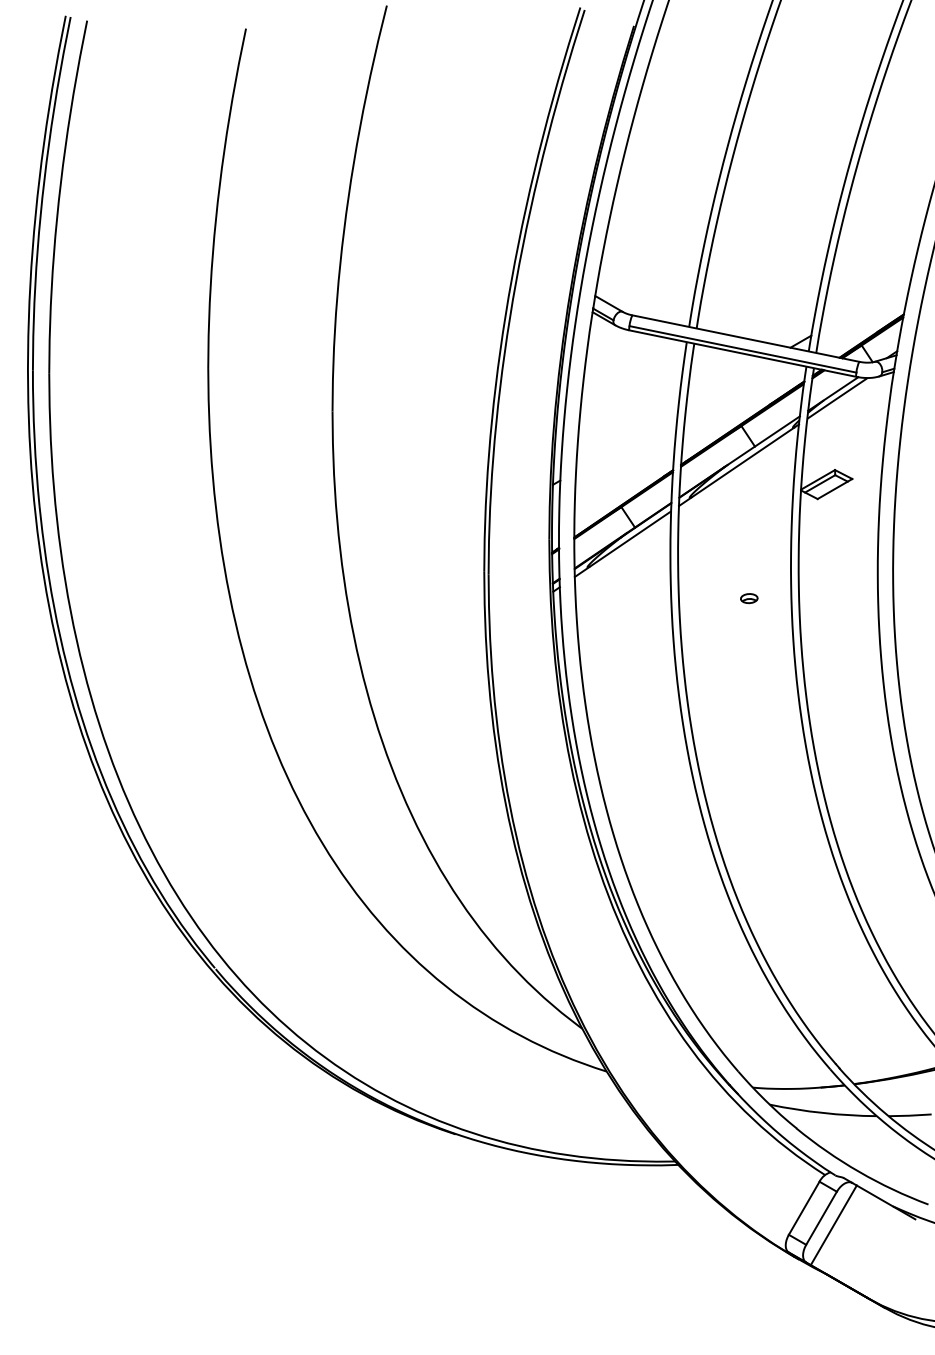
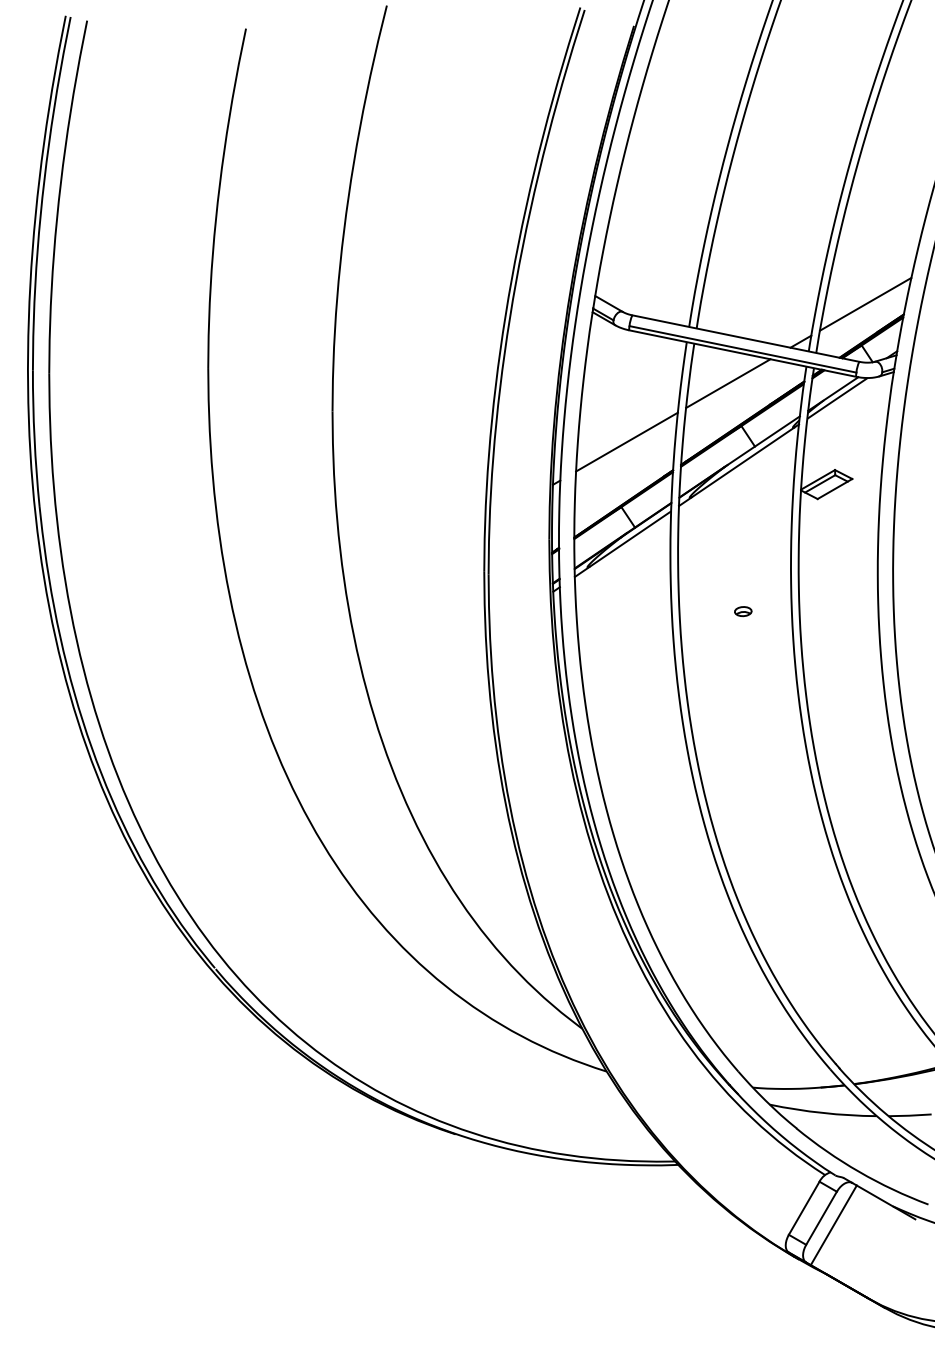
line at (865, 303): none -> present
line at (728, 383): none -> present
line at (626, 441): none -> present
part at (749, 598) position: (749, 598) -> (743, 611)
